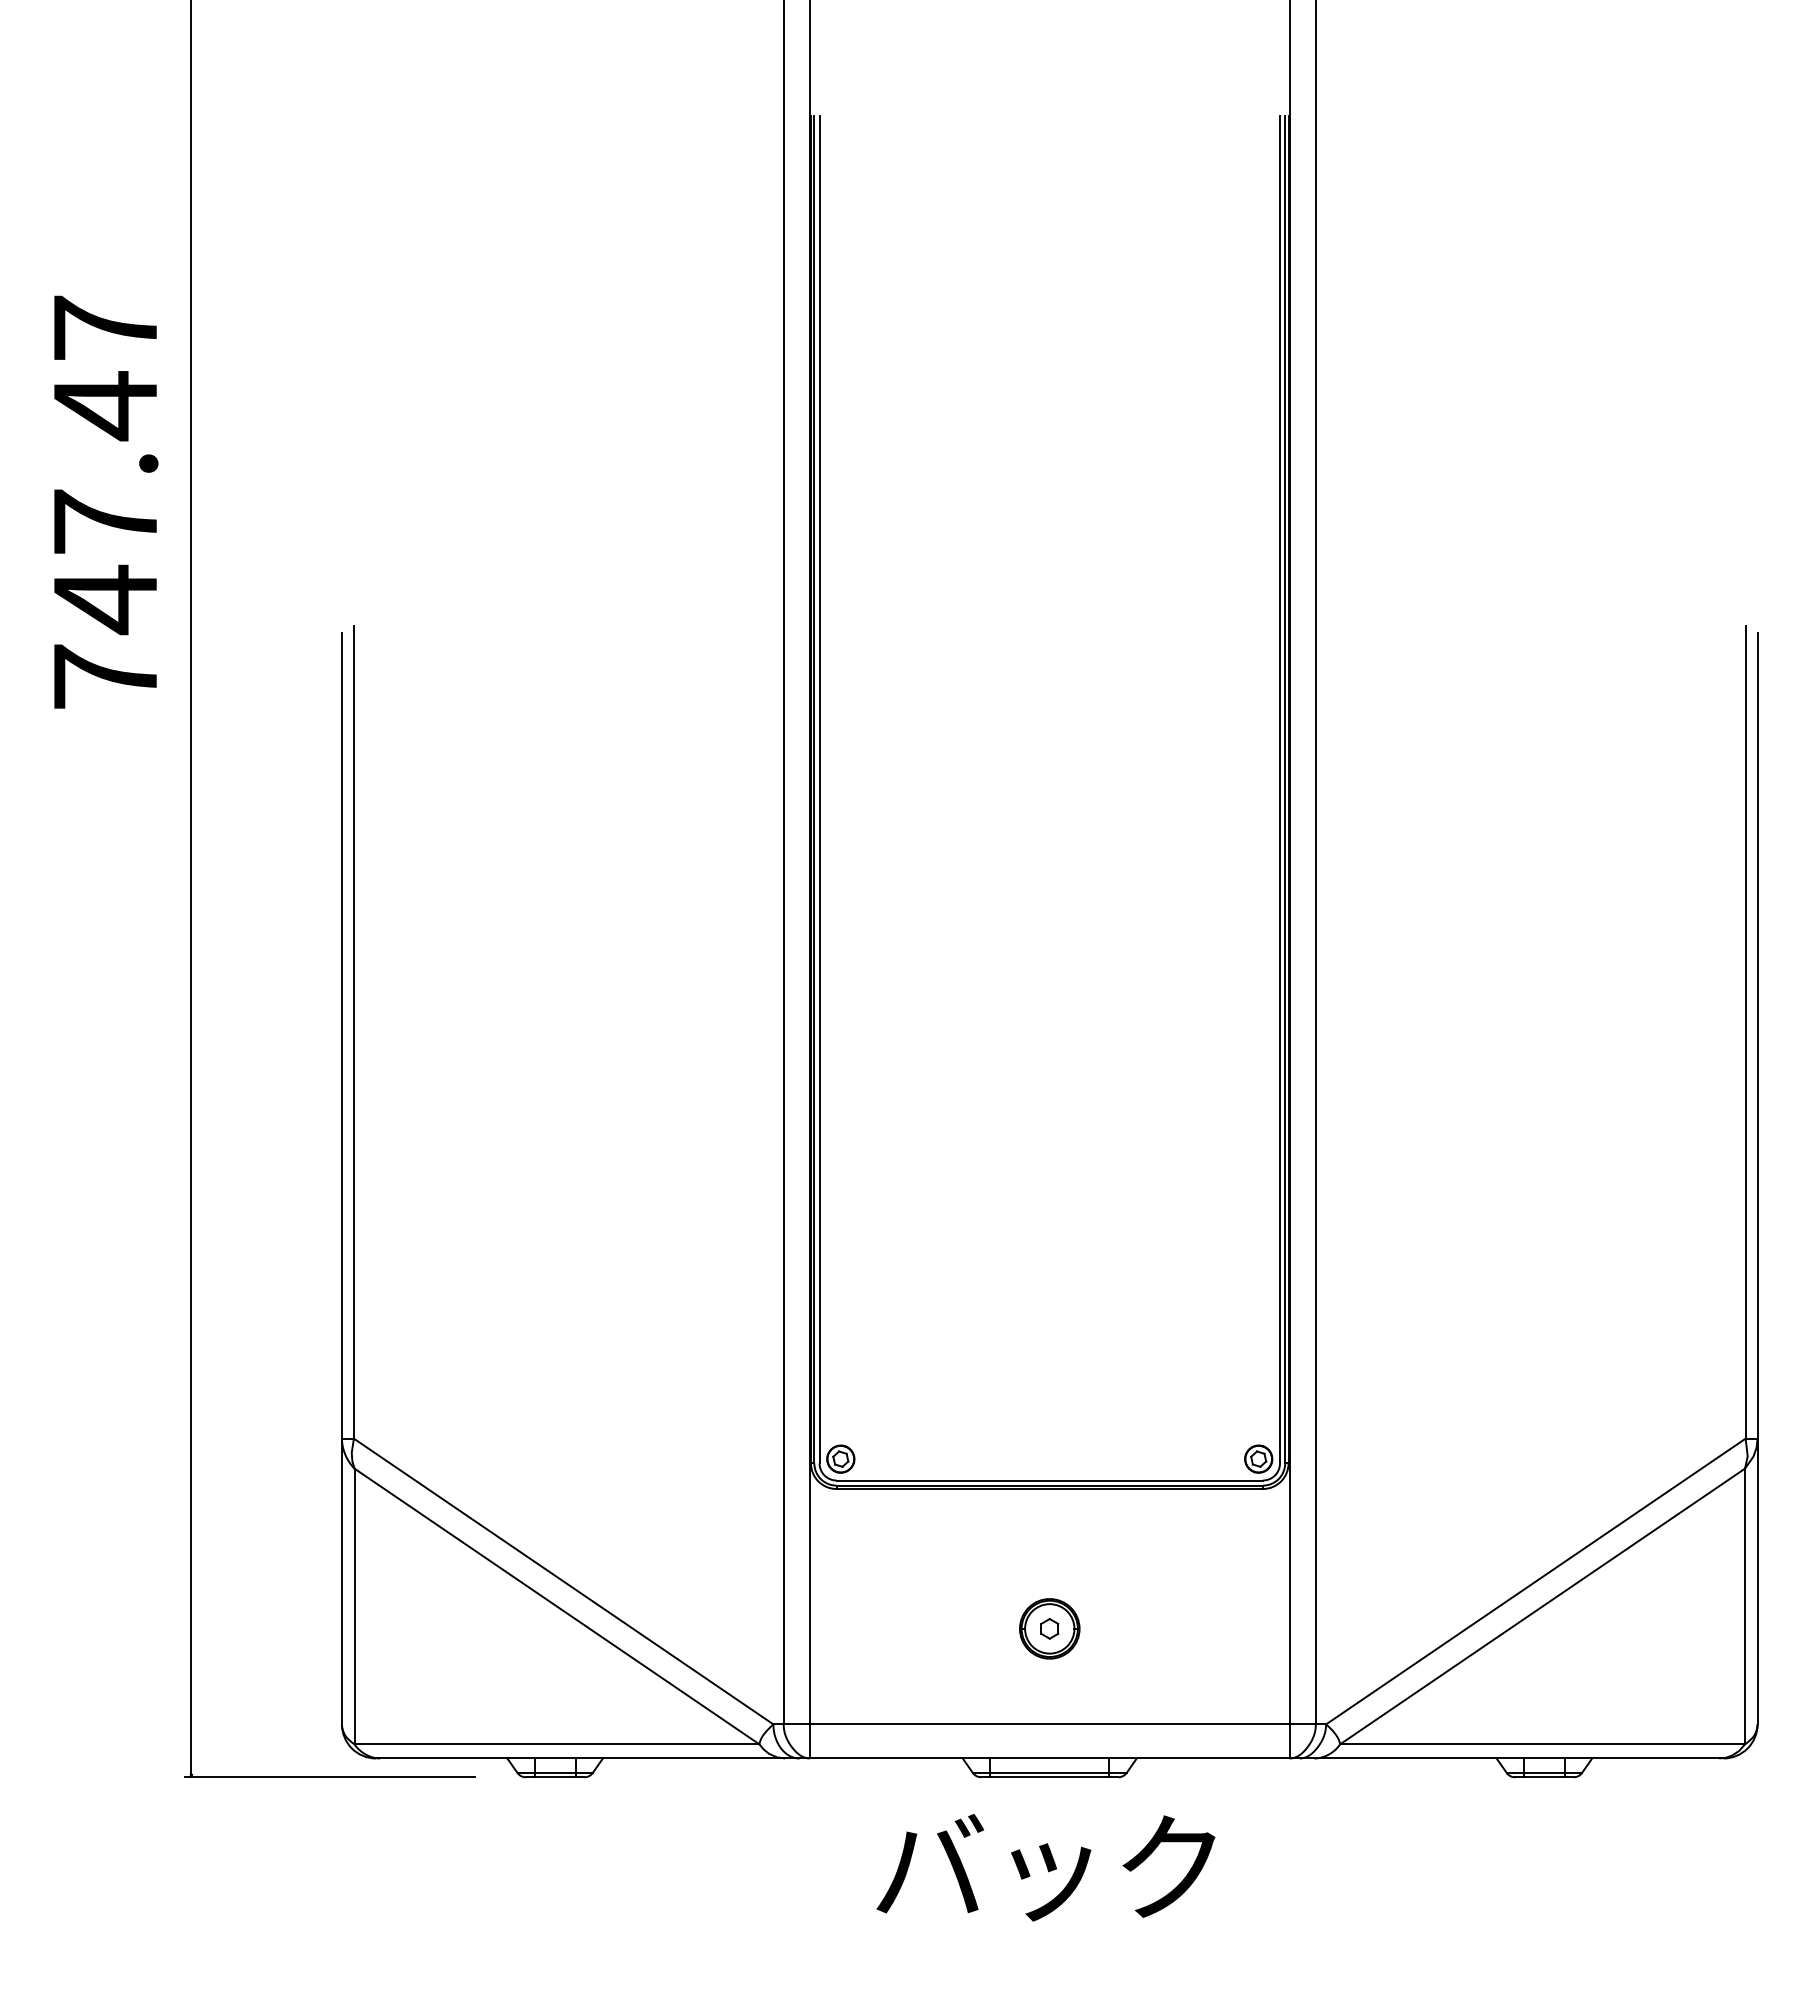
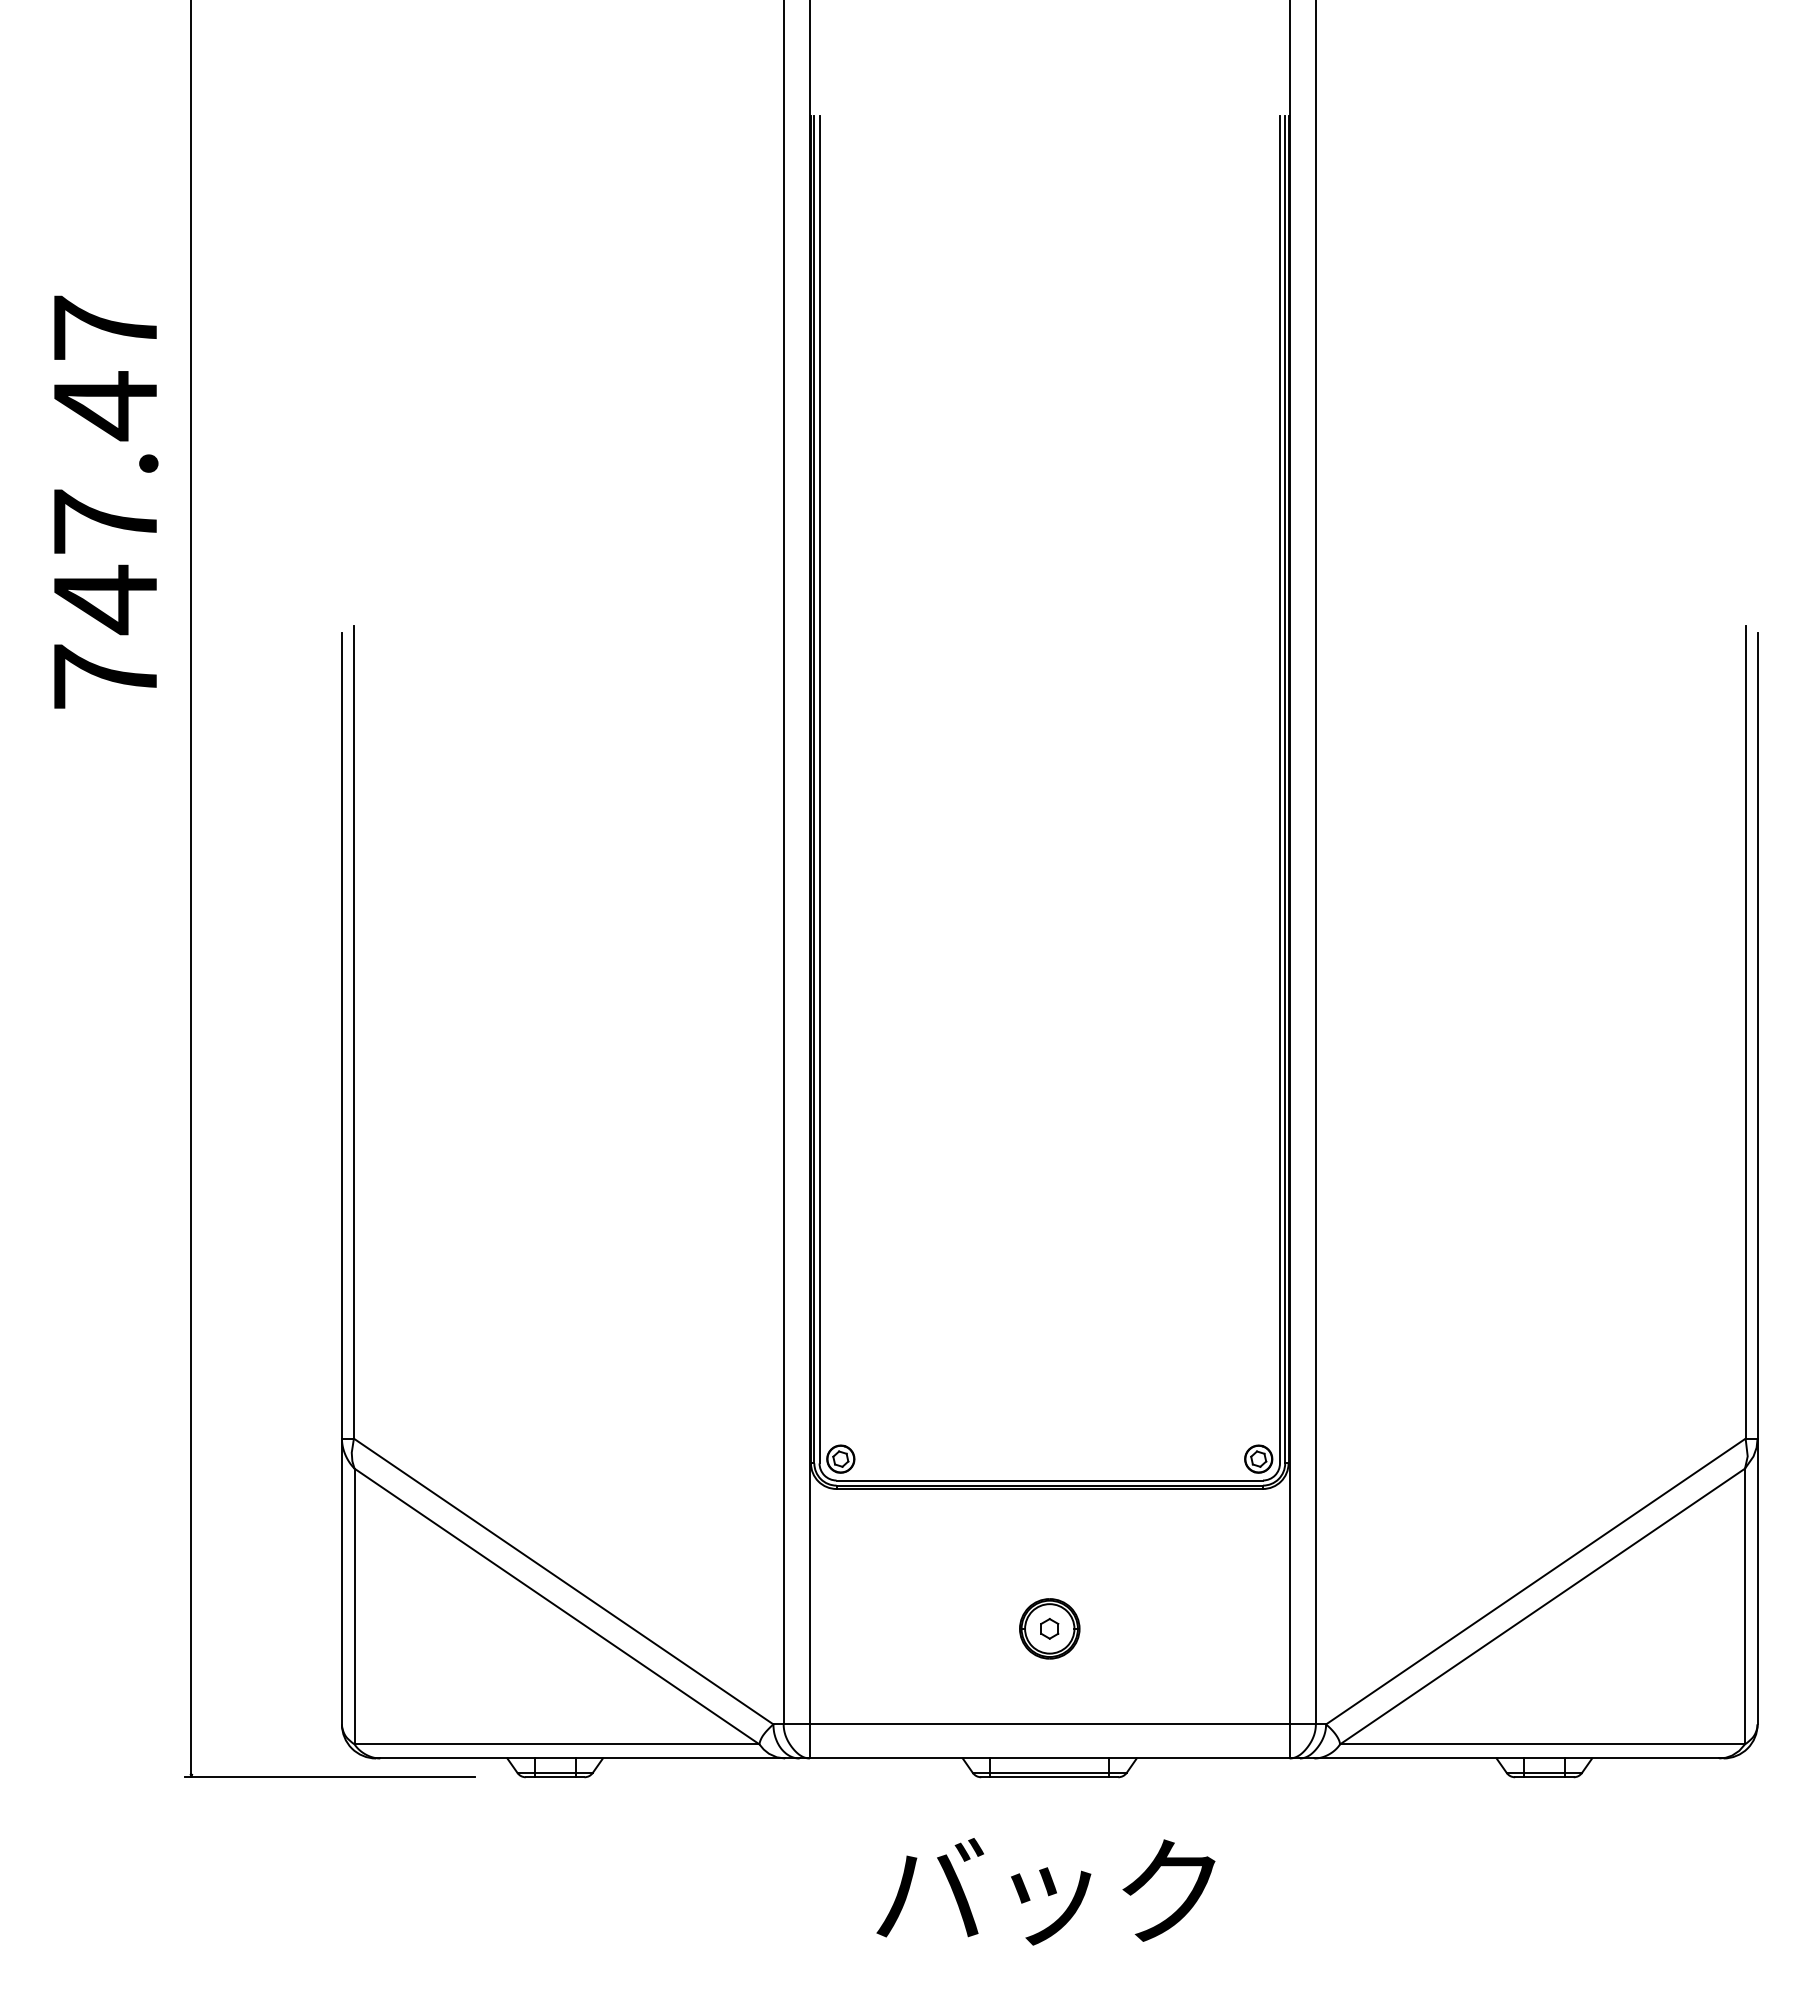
text at (1045, 1867) position: (1045, 1867) -> (1045, 1891)
